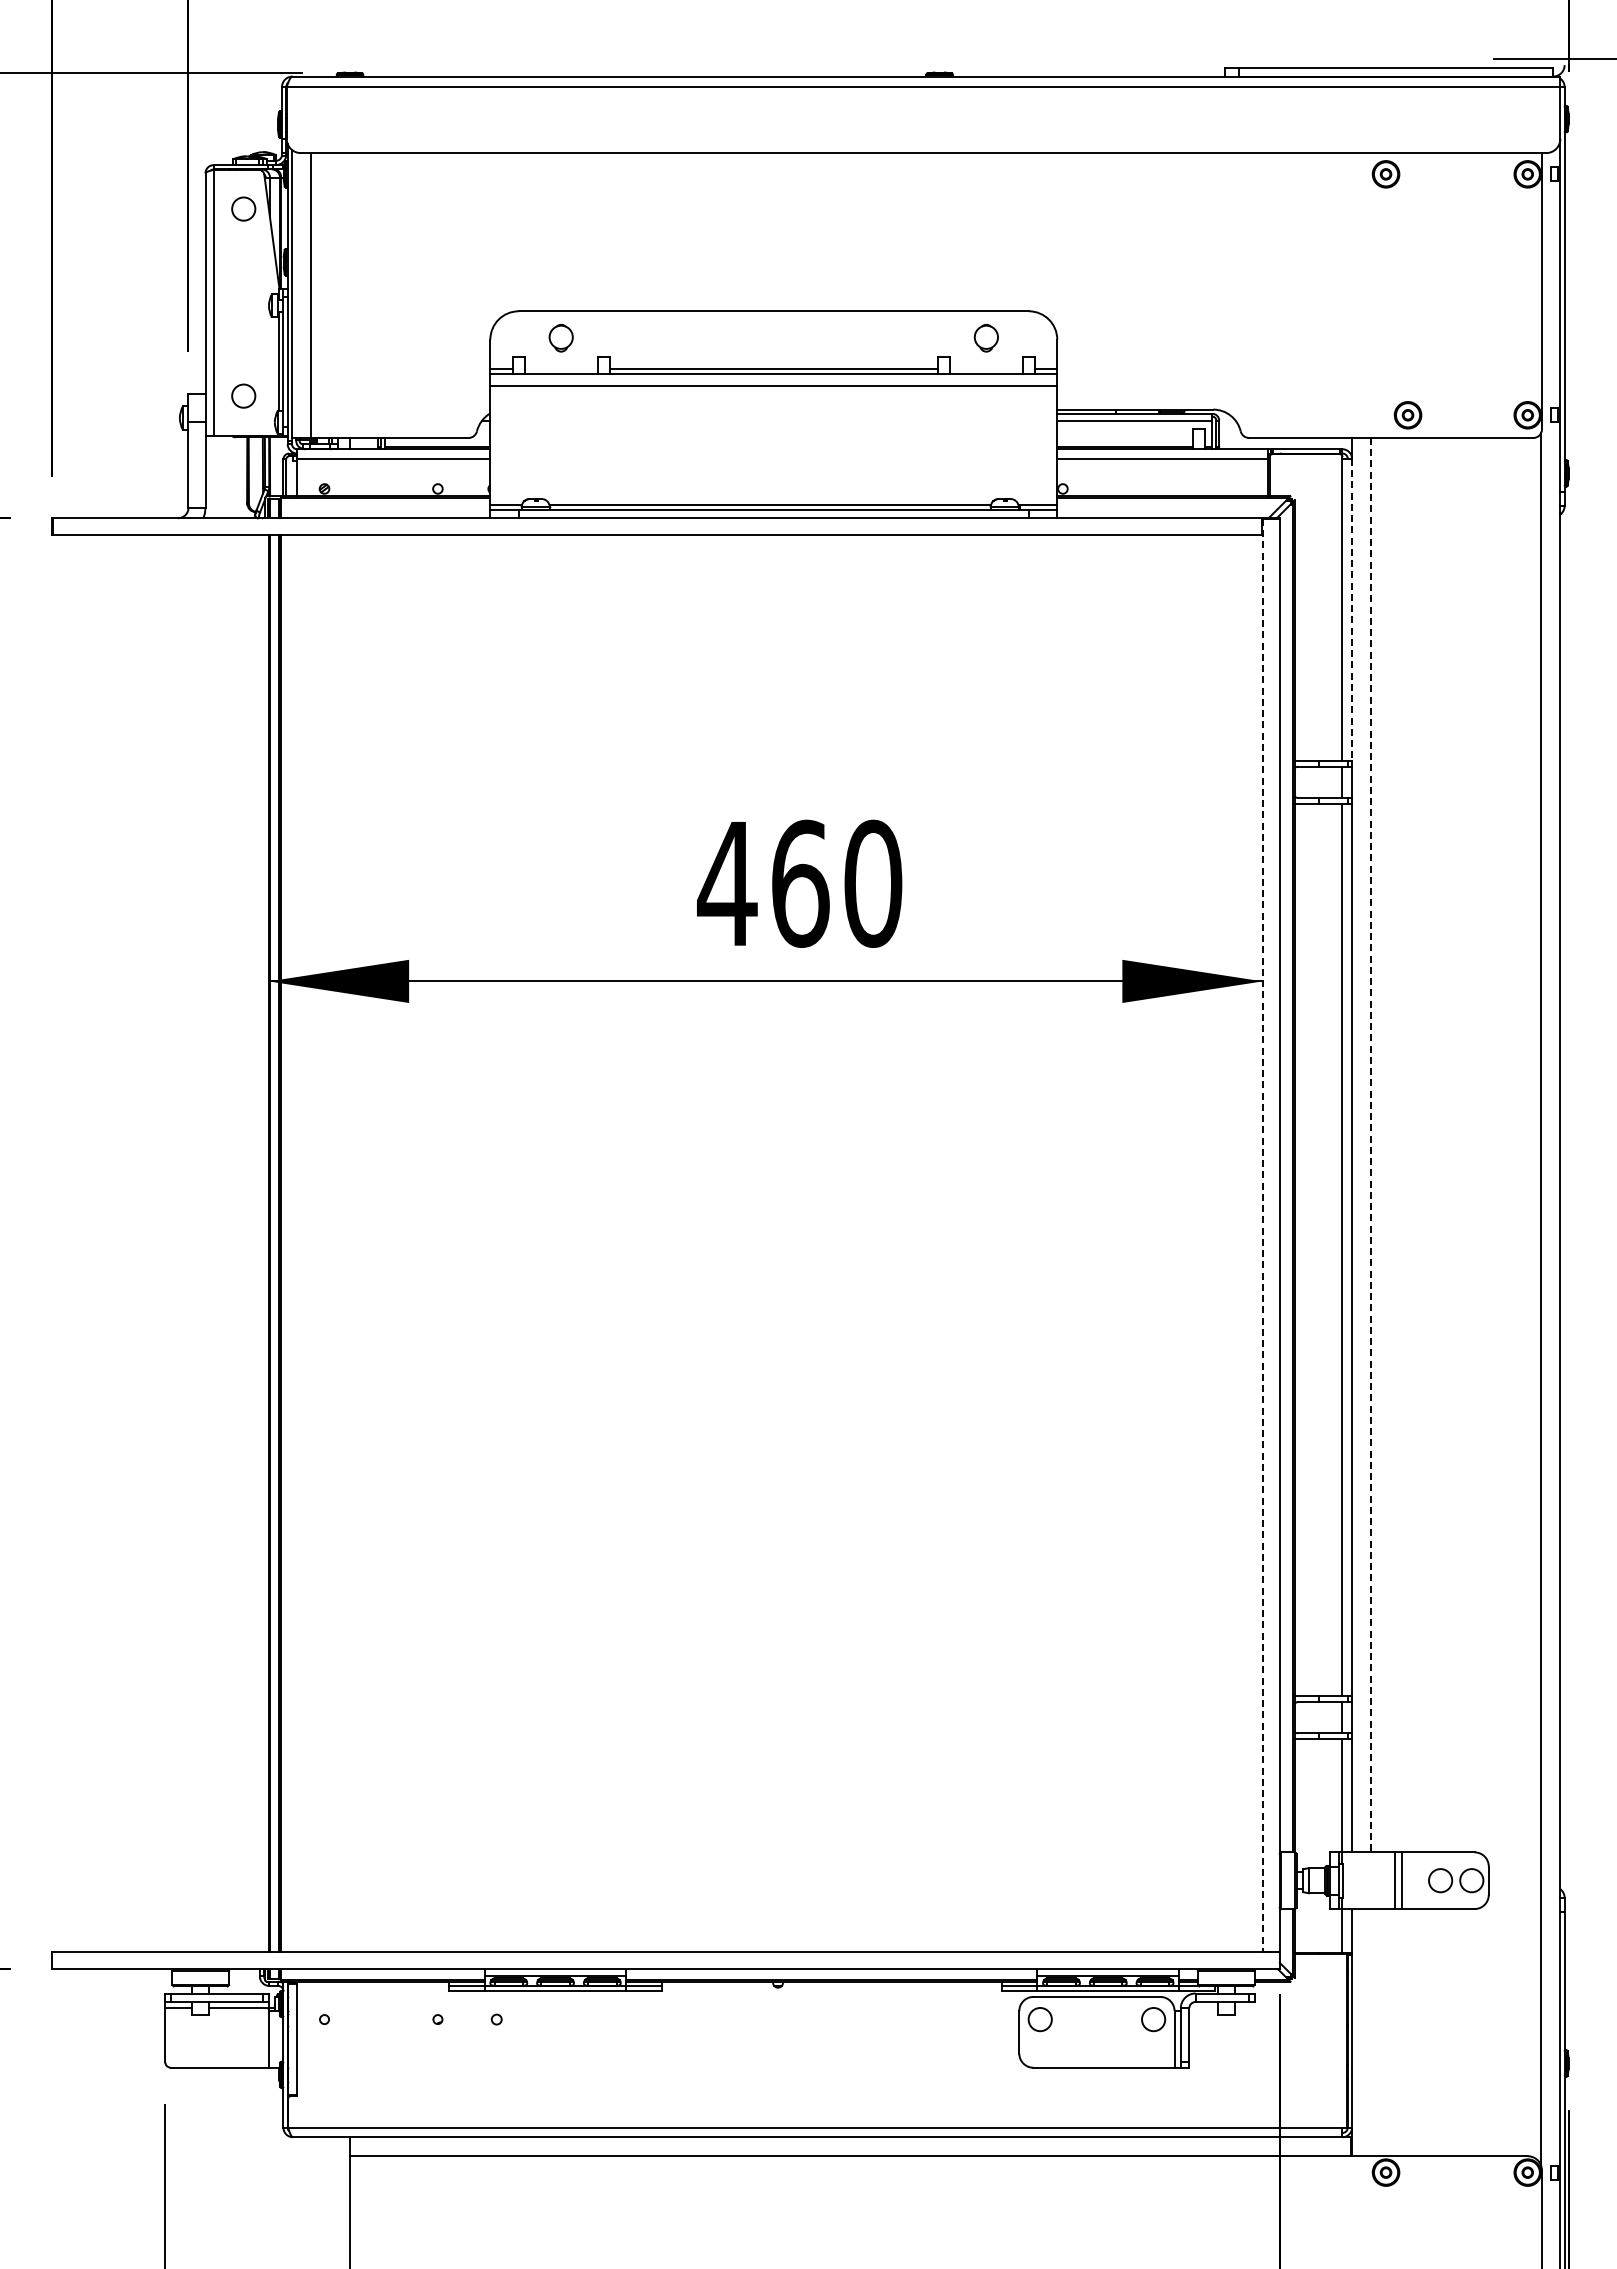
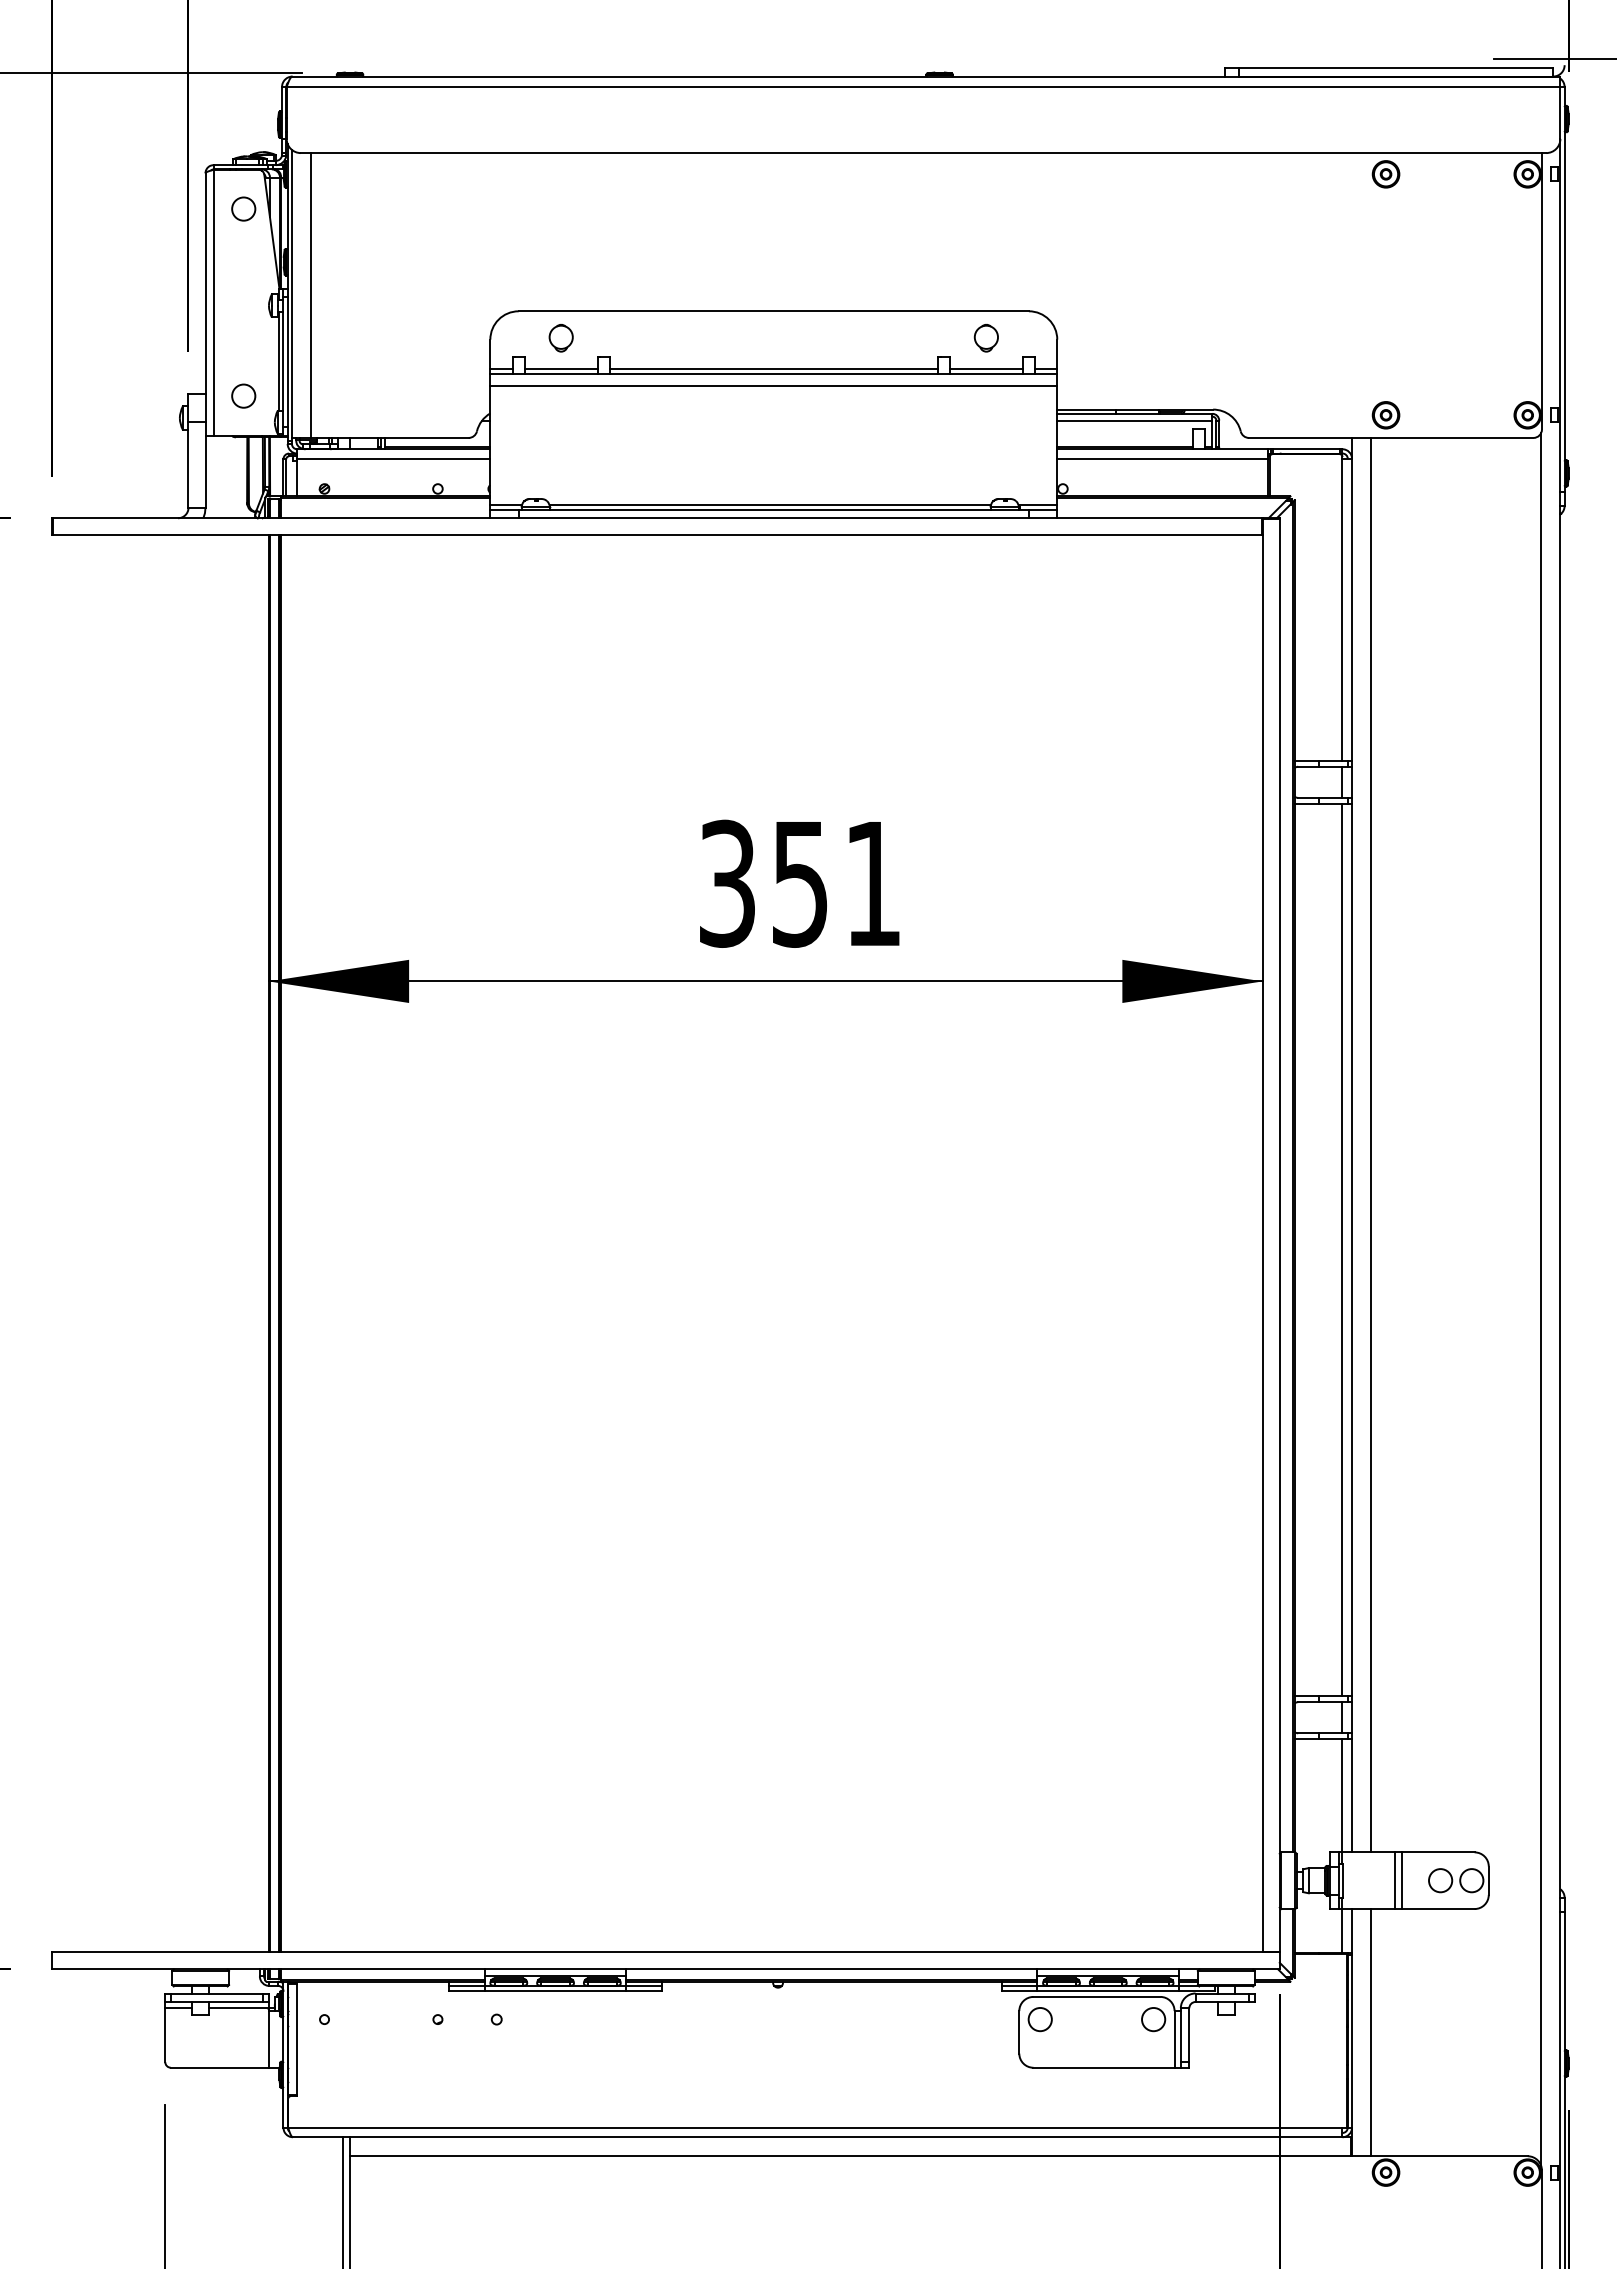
line at (560, 369): none -> present
line at (985, 369): none -> present
part at (1407, 415) position: (1407, 415) -> (1385, 415)
line at (1352, 610): dashed -> solid
text at (799, 883): 460 -> 351
line at (1371, 1145): dashed -> solid
line at (1262, 1235): dashed -> solid
line at (1371, 2032): none -> present
line at (343, 2201): none -> present
